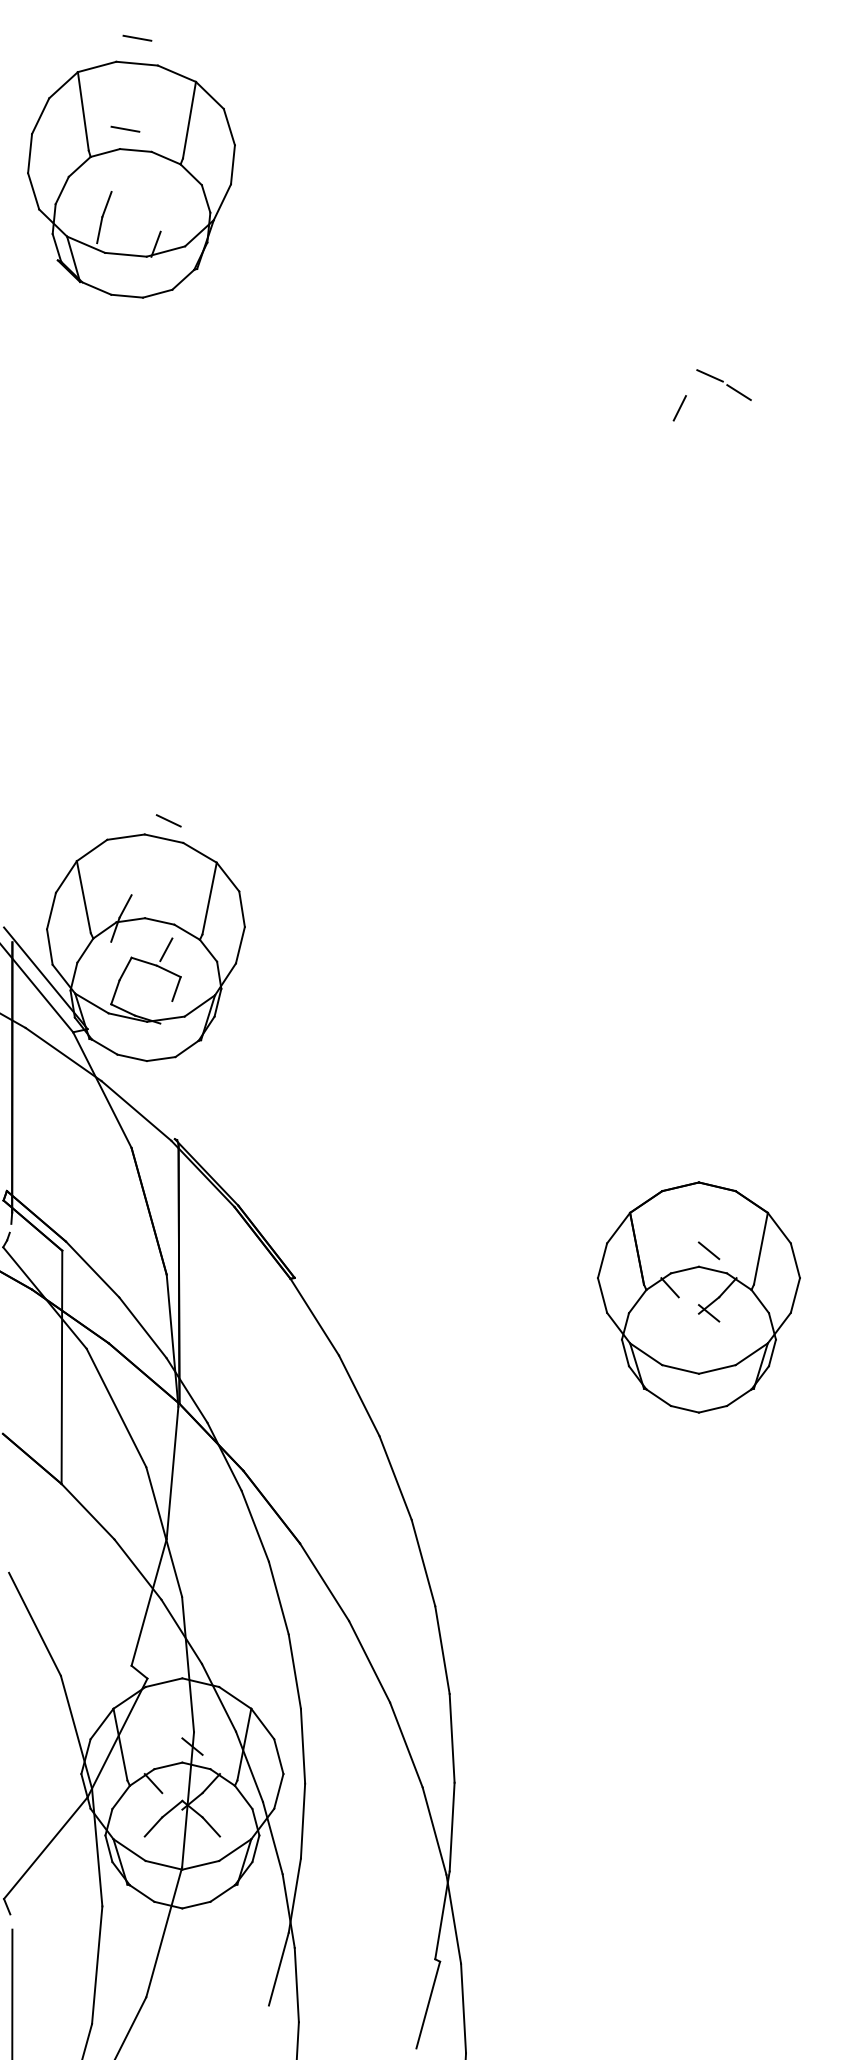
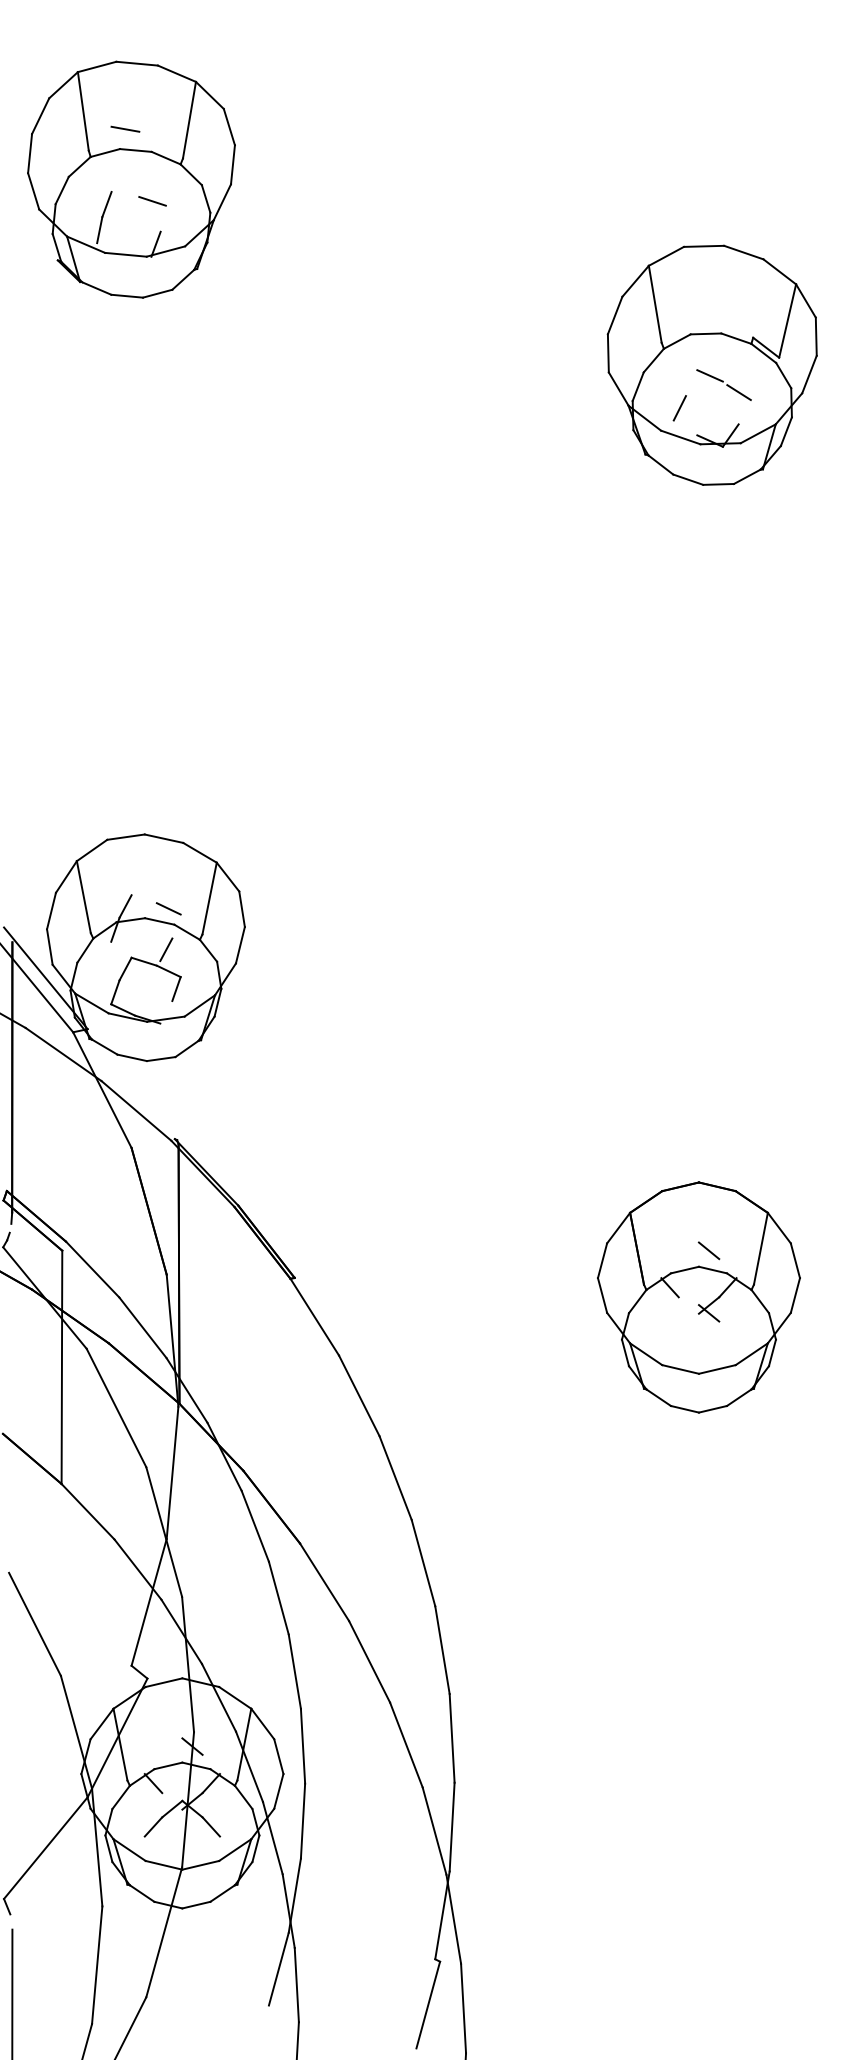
line at (137, 37): present -> none
line at (152, 201): none -> present
part at (711, 364): none -> present
line at (168, 820) position: (168, 820) -> (168, 908)
